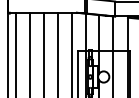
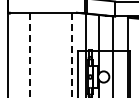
line at (15, 53): present -> none
line at (44, 53): present -> none
line at (58, 53): present -> none
line at (29, 54): solid -> dashed
line at (72, 54): solid -> dashed
